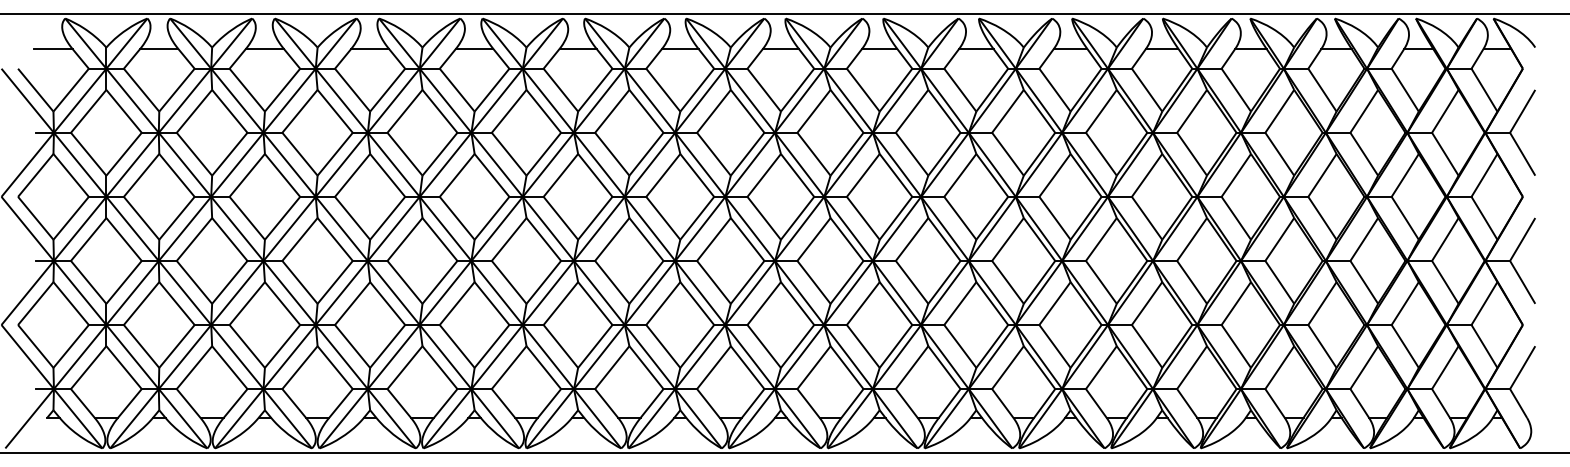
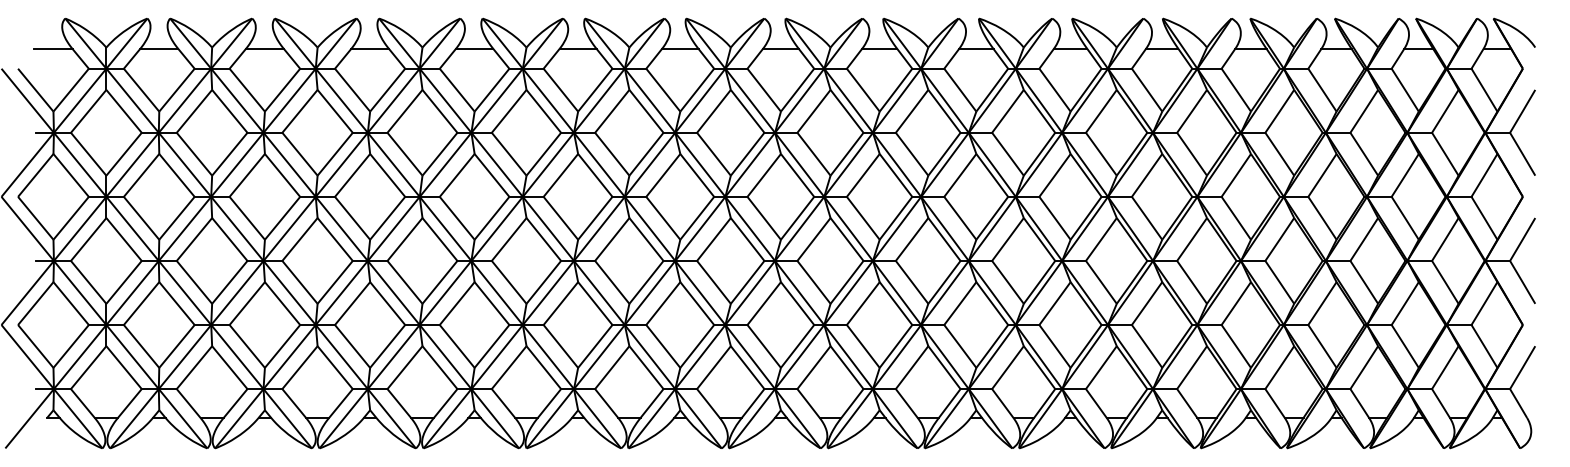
line at (784, 13): present -> none
line at (784, 453): present -> none
